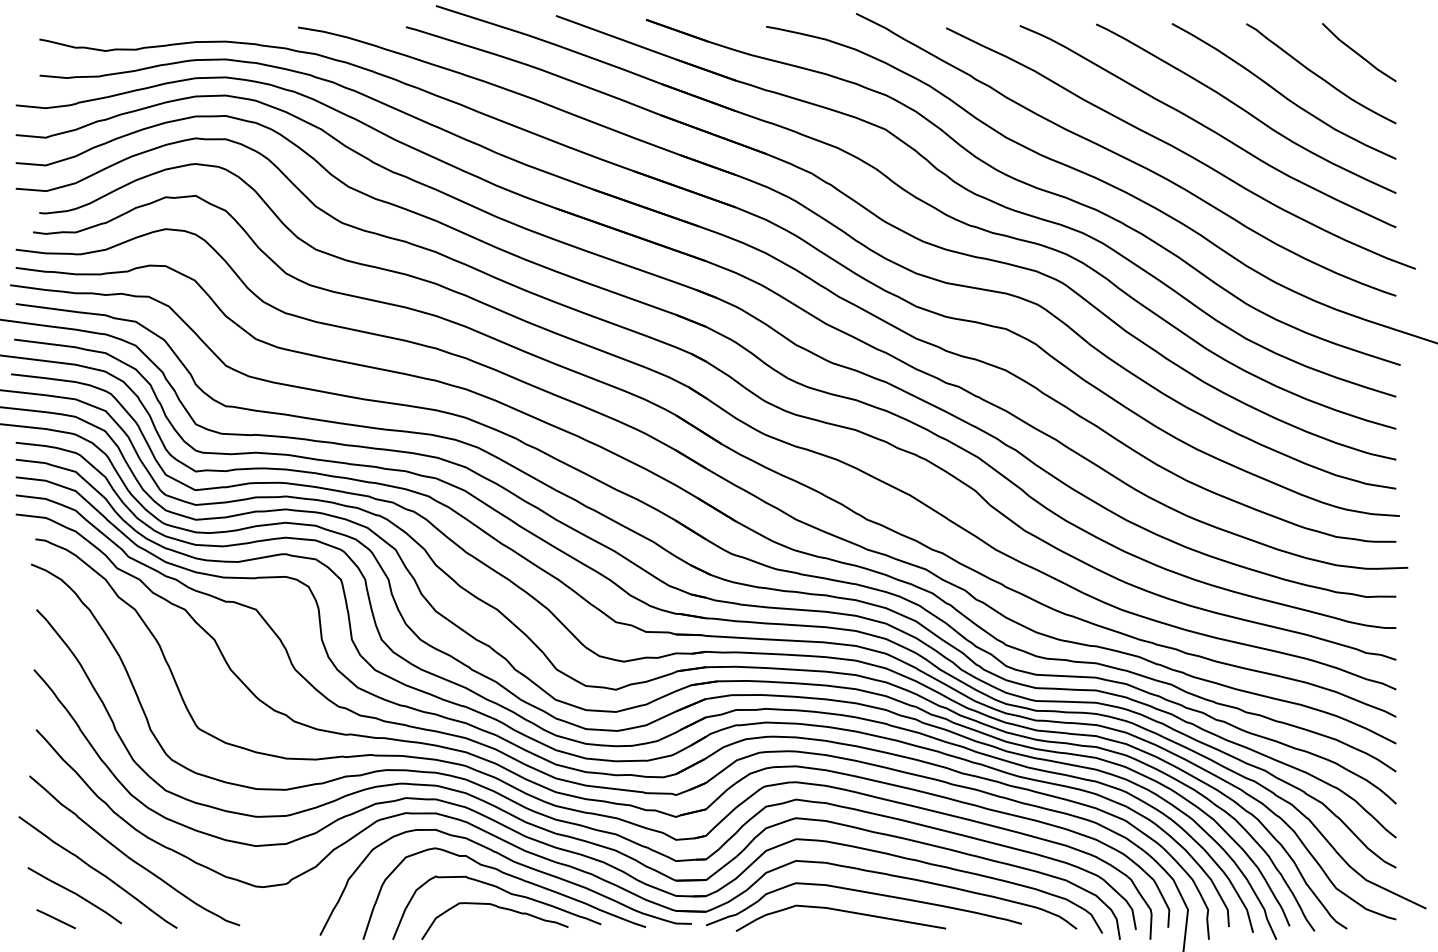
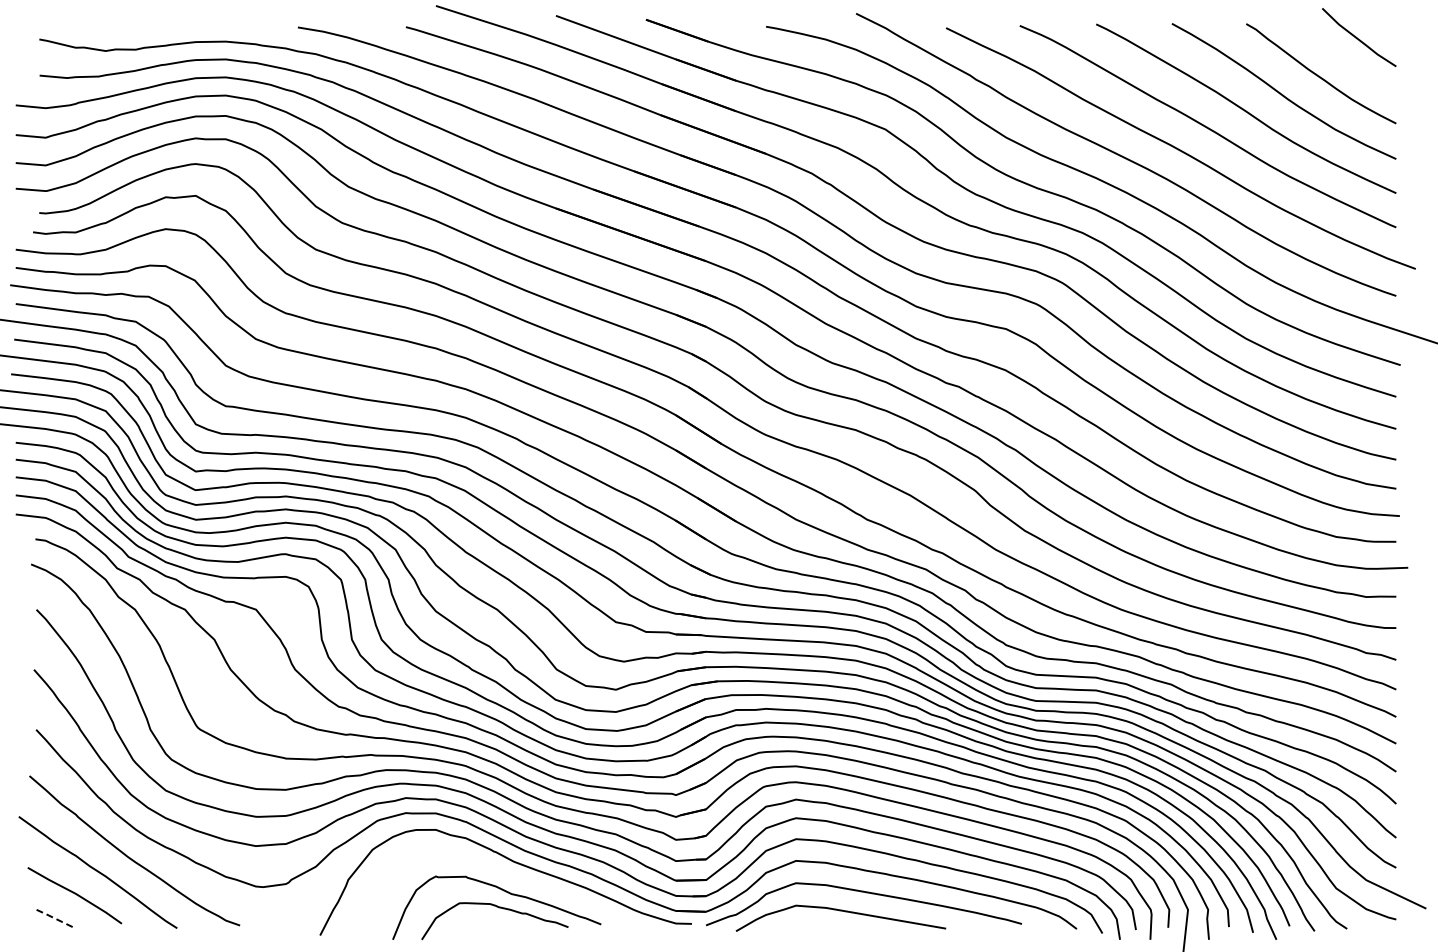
line at (1358, 53) position: (1358, 53) -> (1358, 38)
curve at (512, 877): present -> none
line at (55, 918): solid -> dashed
